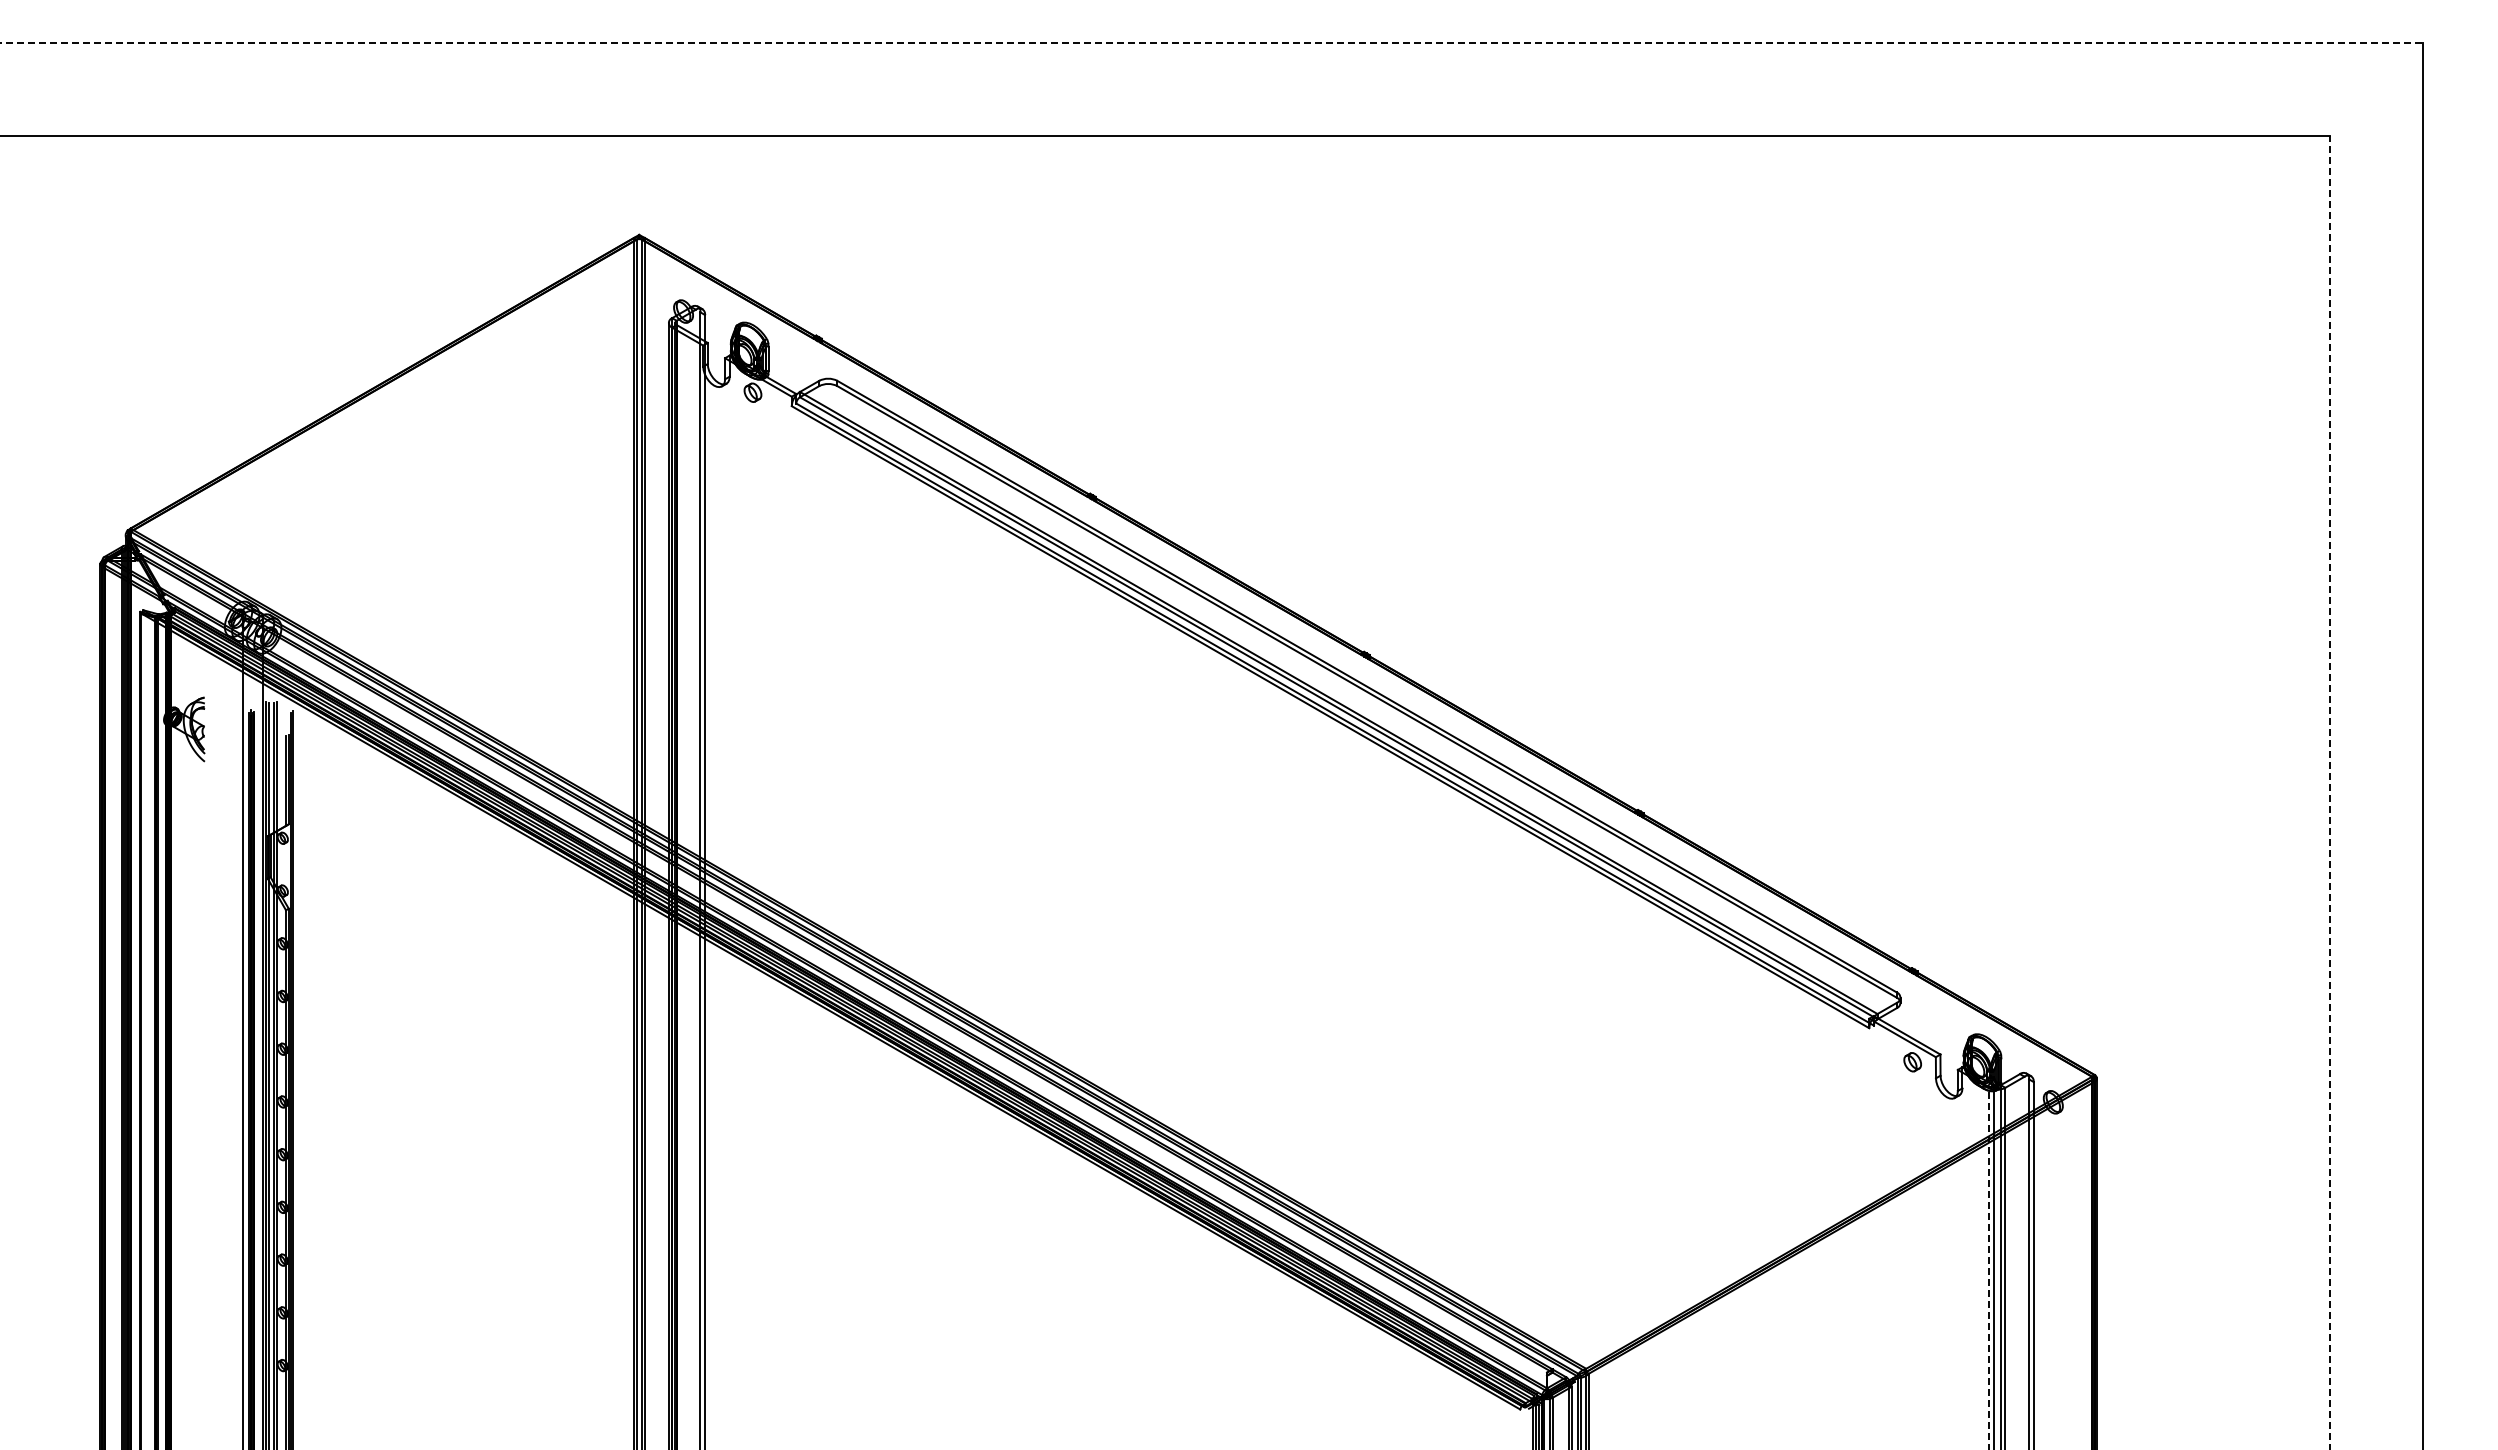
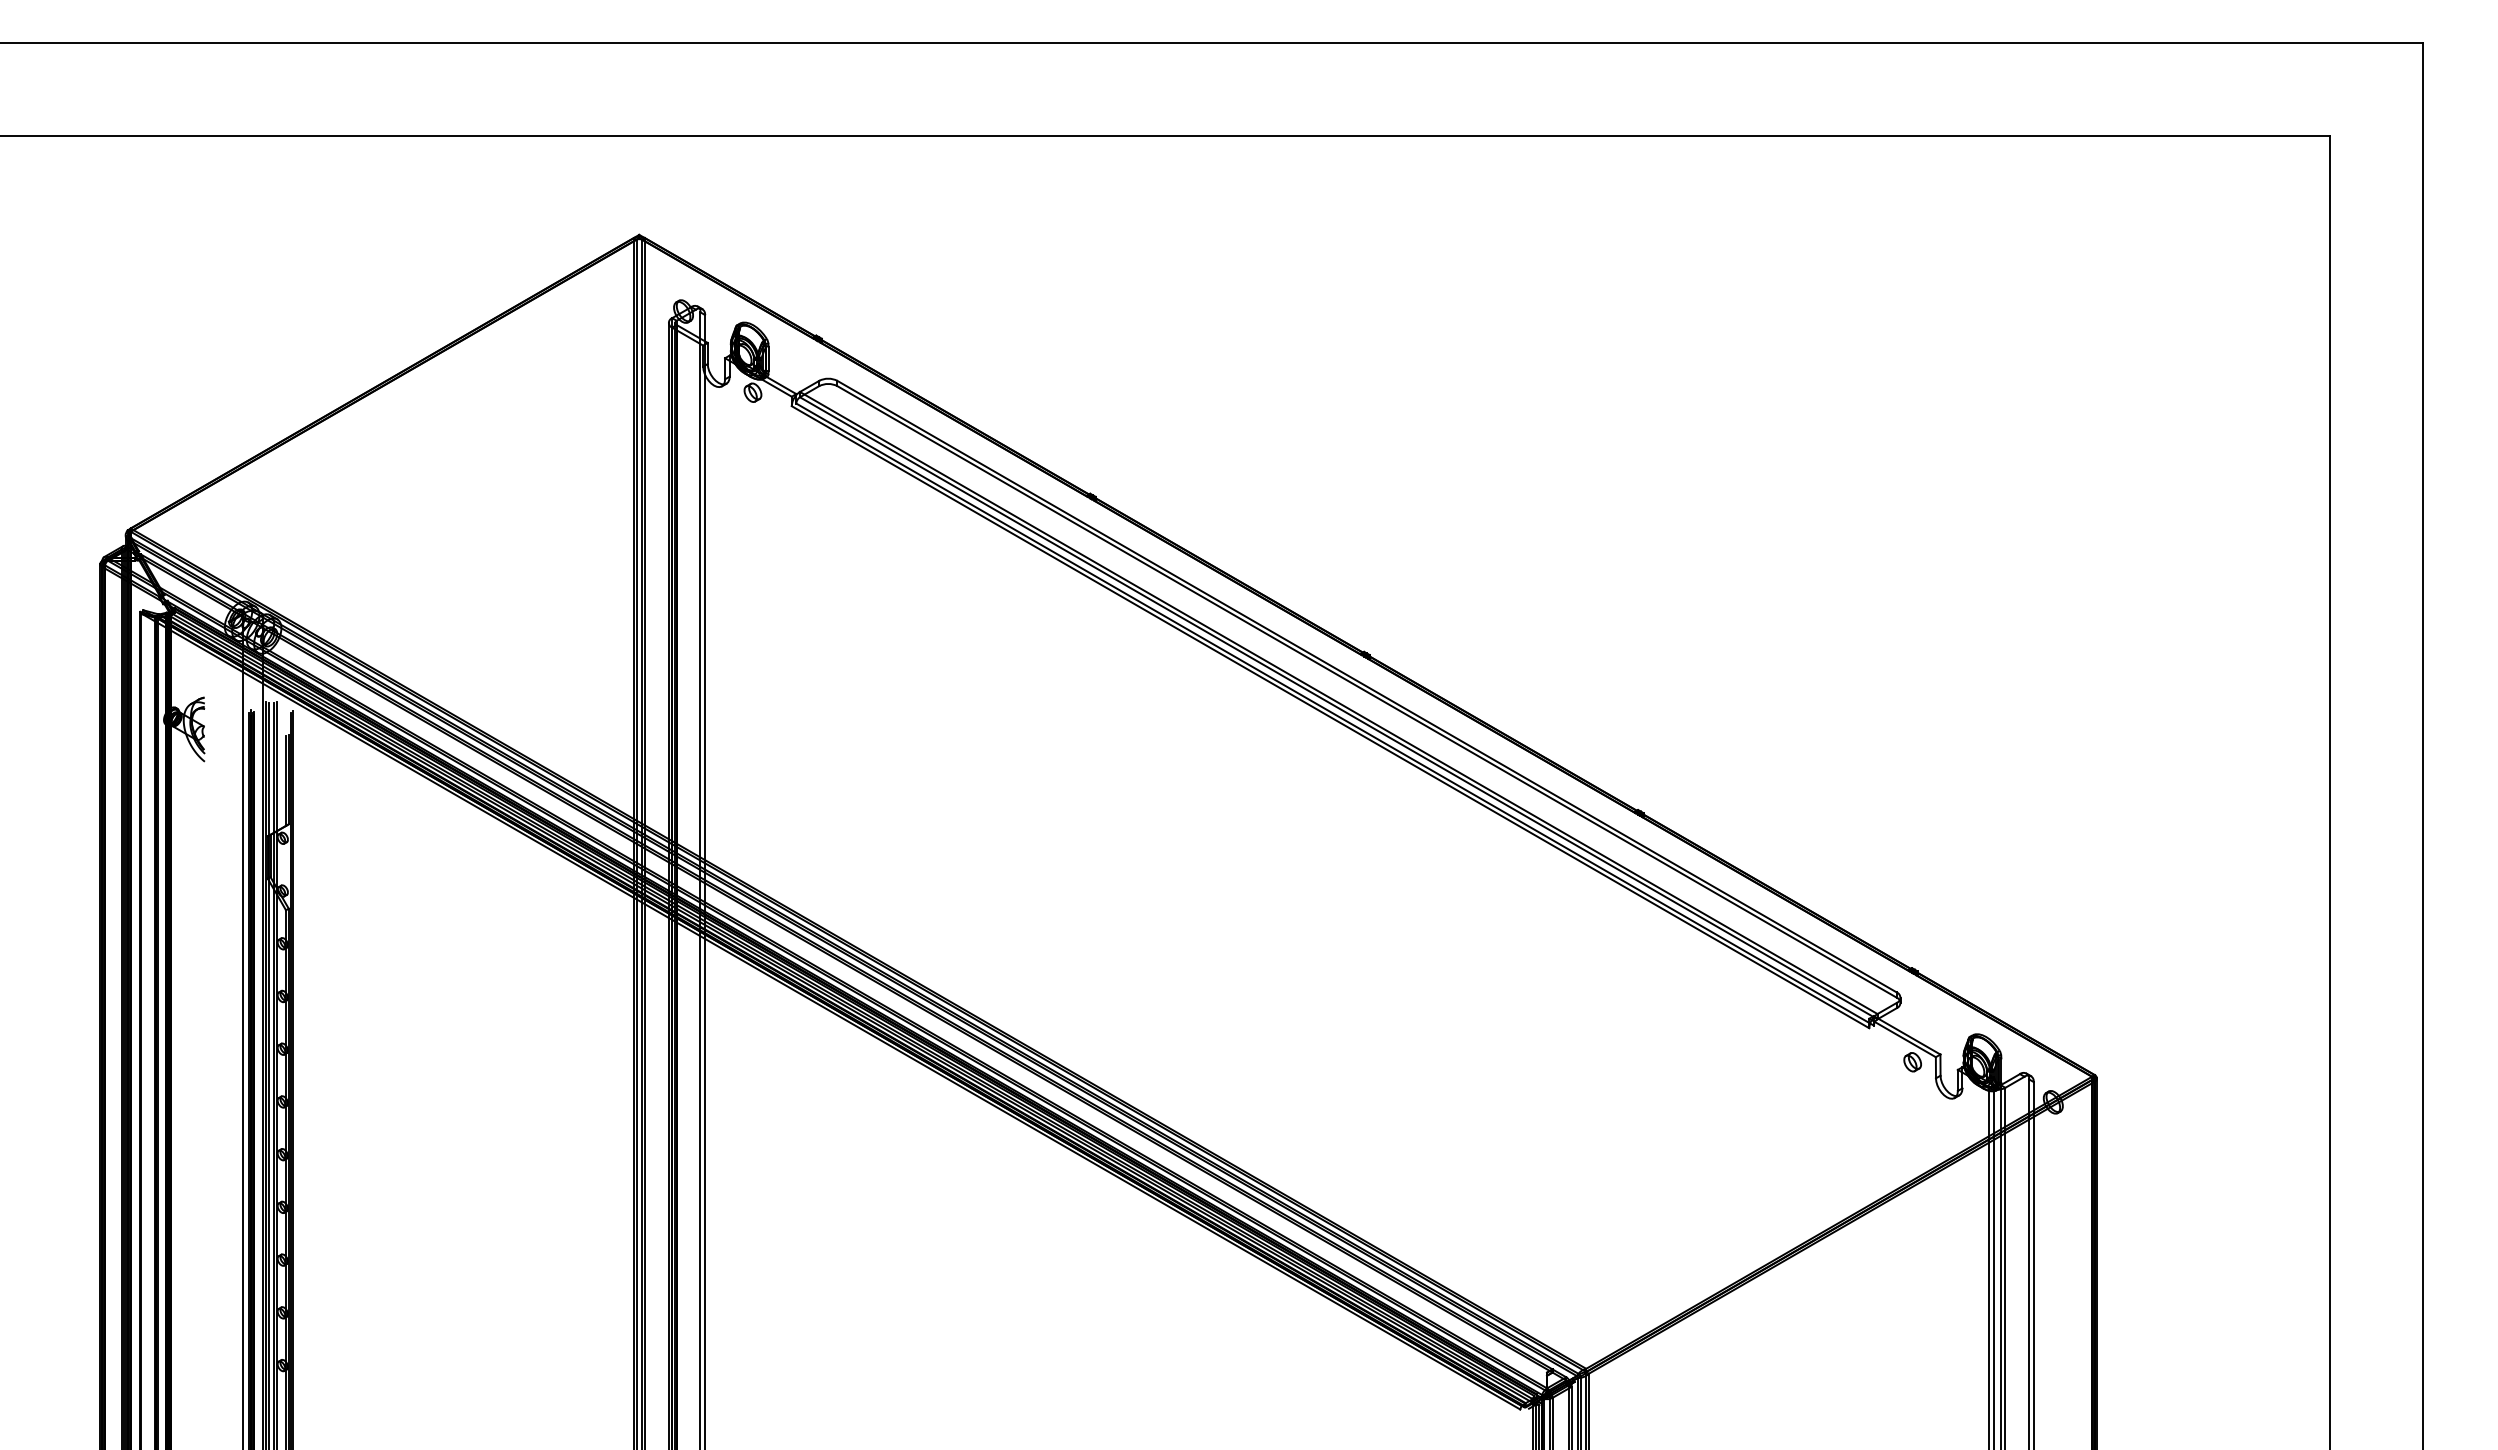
line at (1212, 43): dashed -> solid
line at (2330, 792): dashed -> solid
line at (1988, 1268): dashed -> solid
